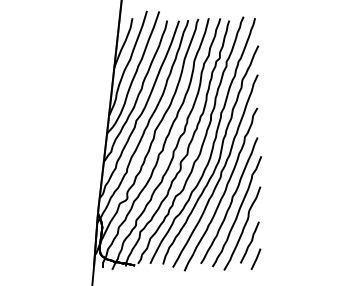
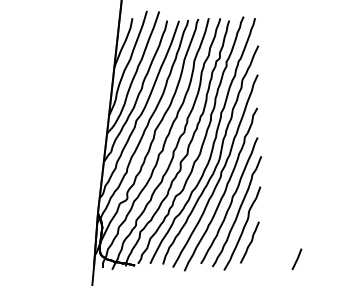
line at (255, 258) position: (255, 258) -> (296, 258)
